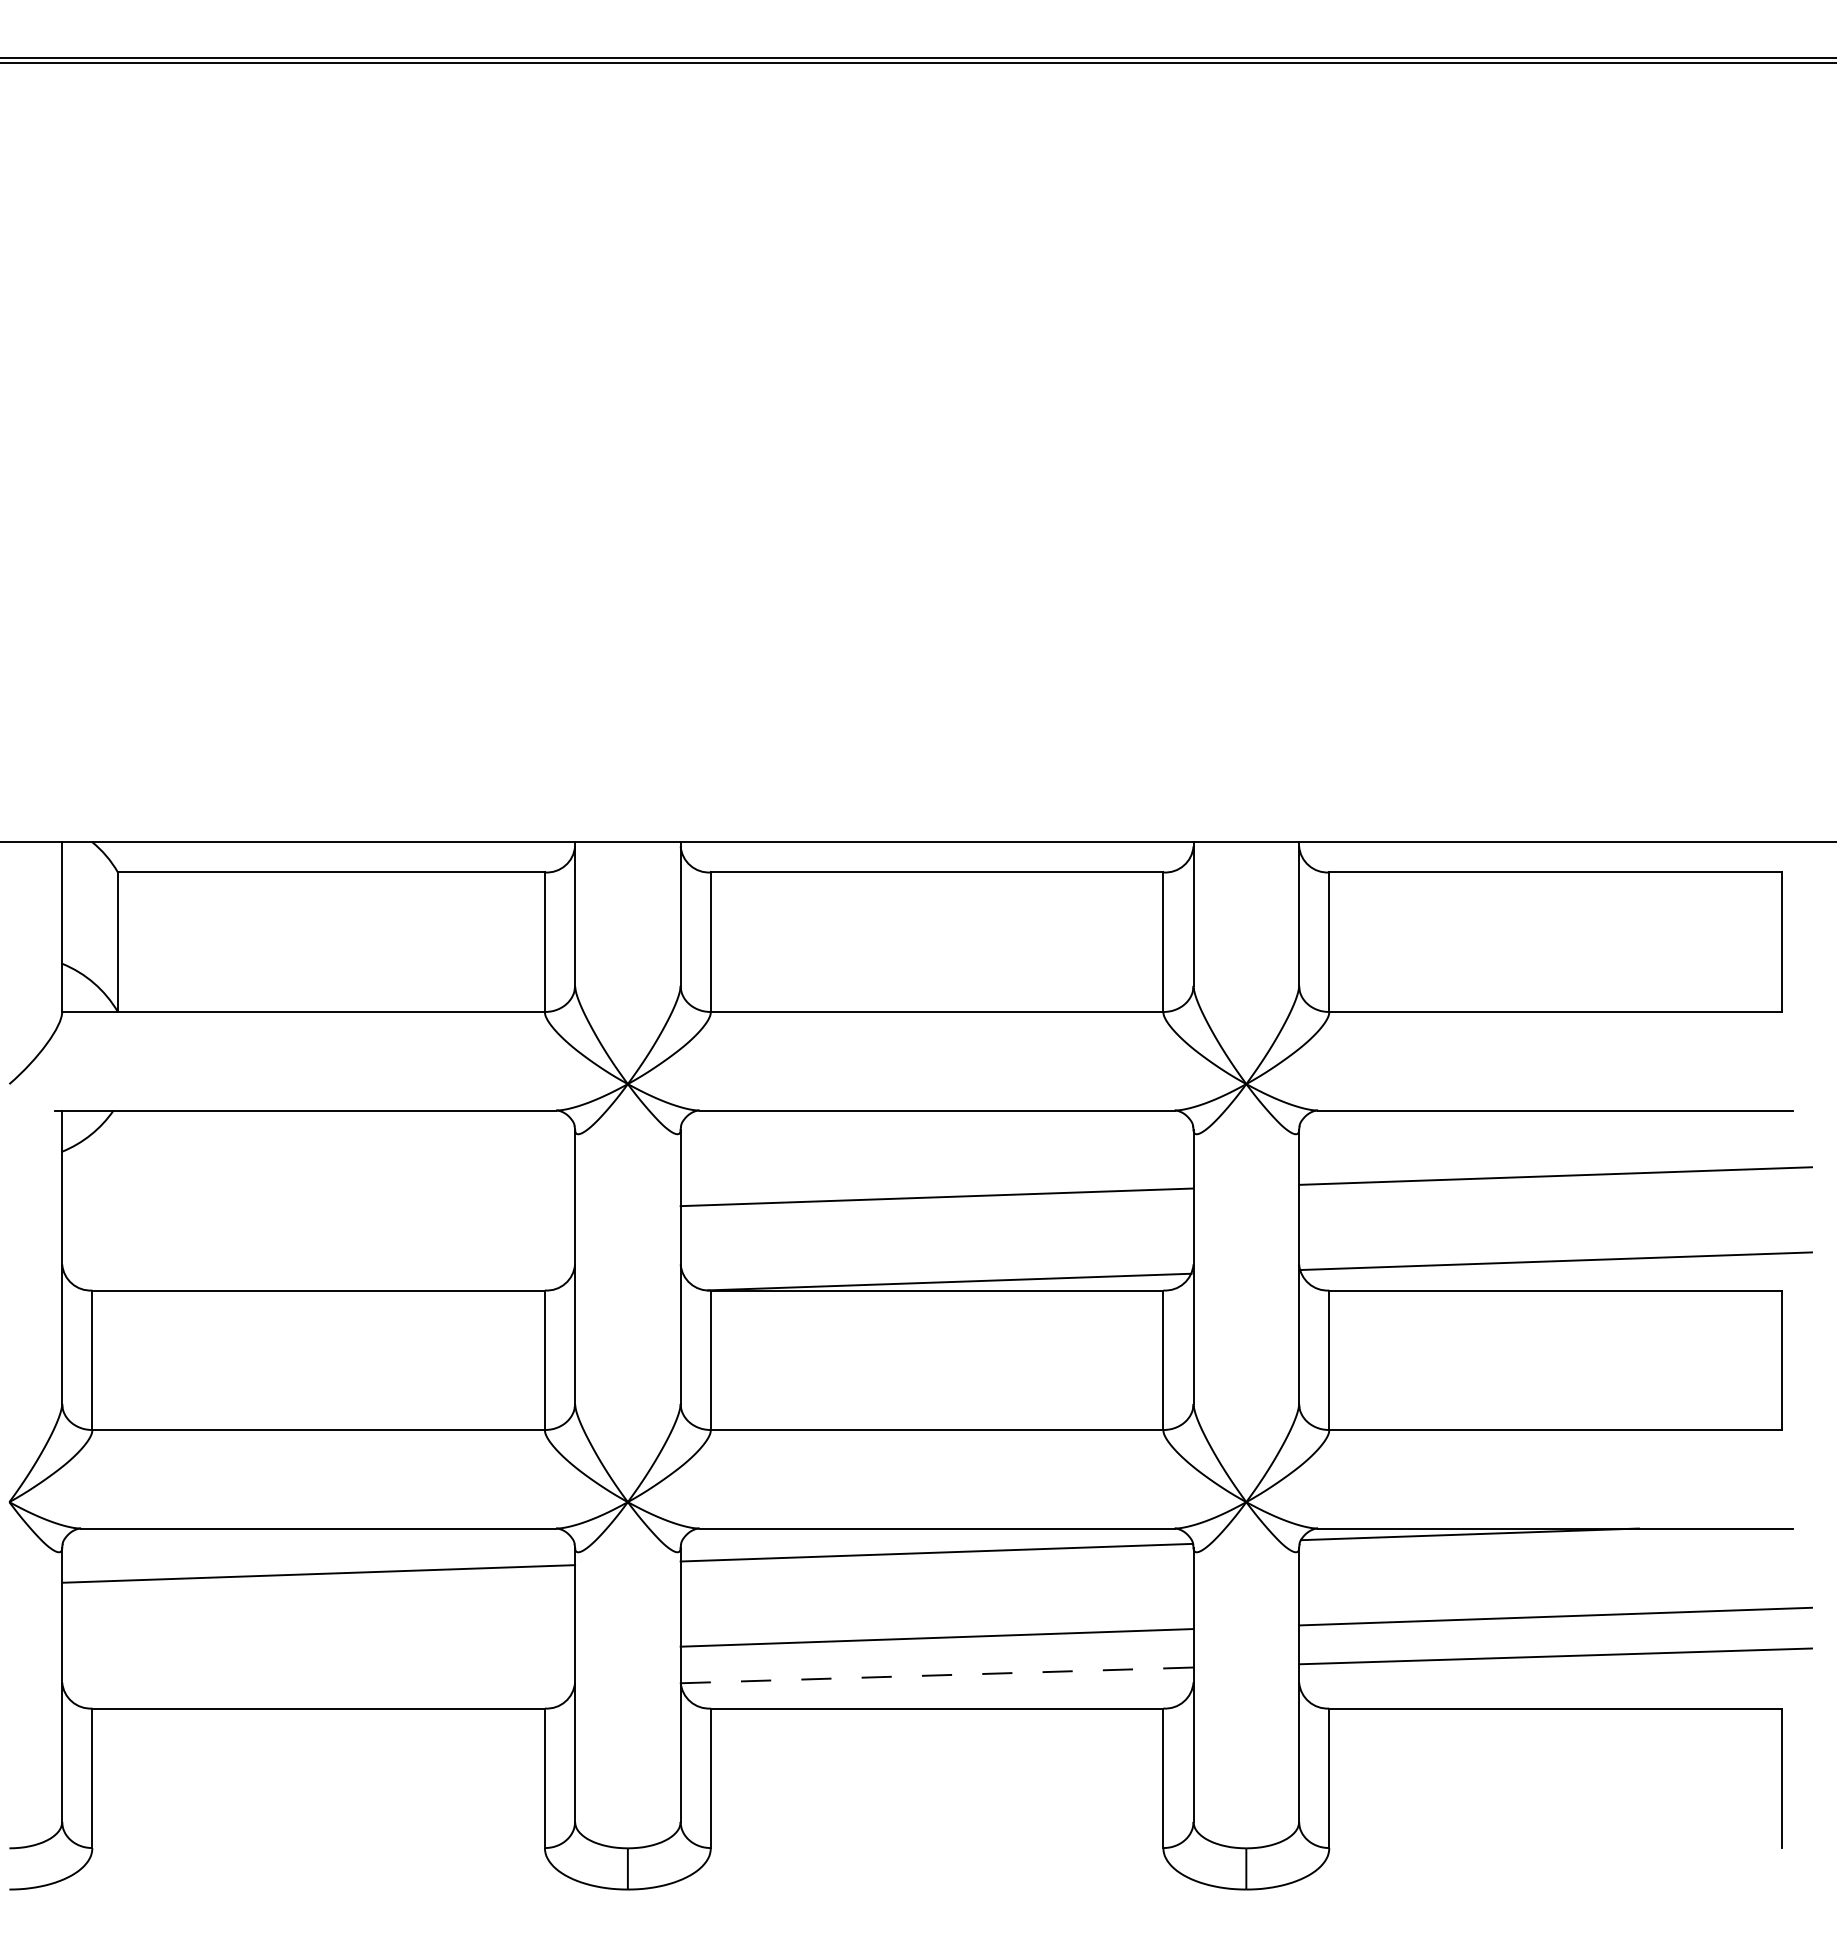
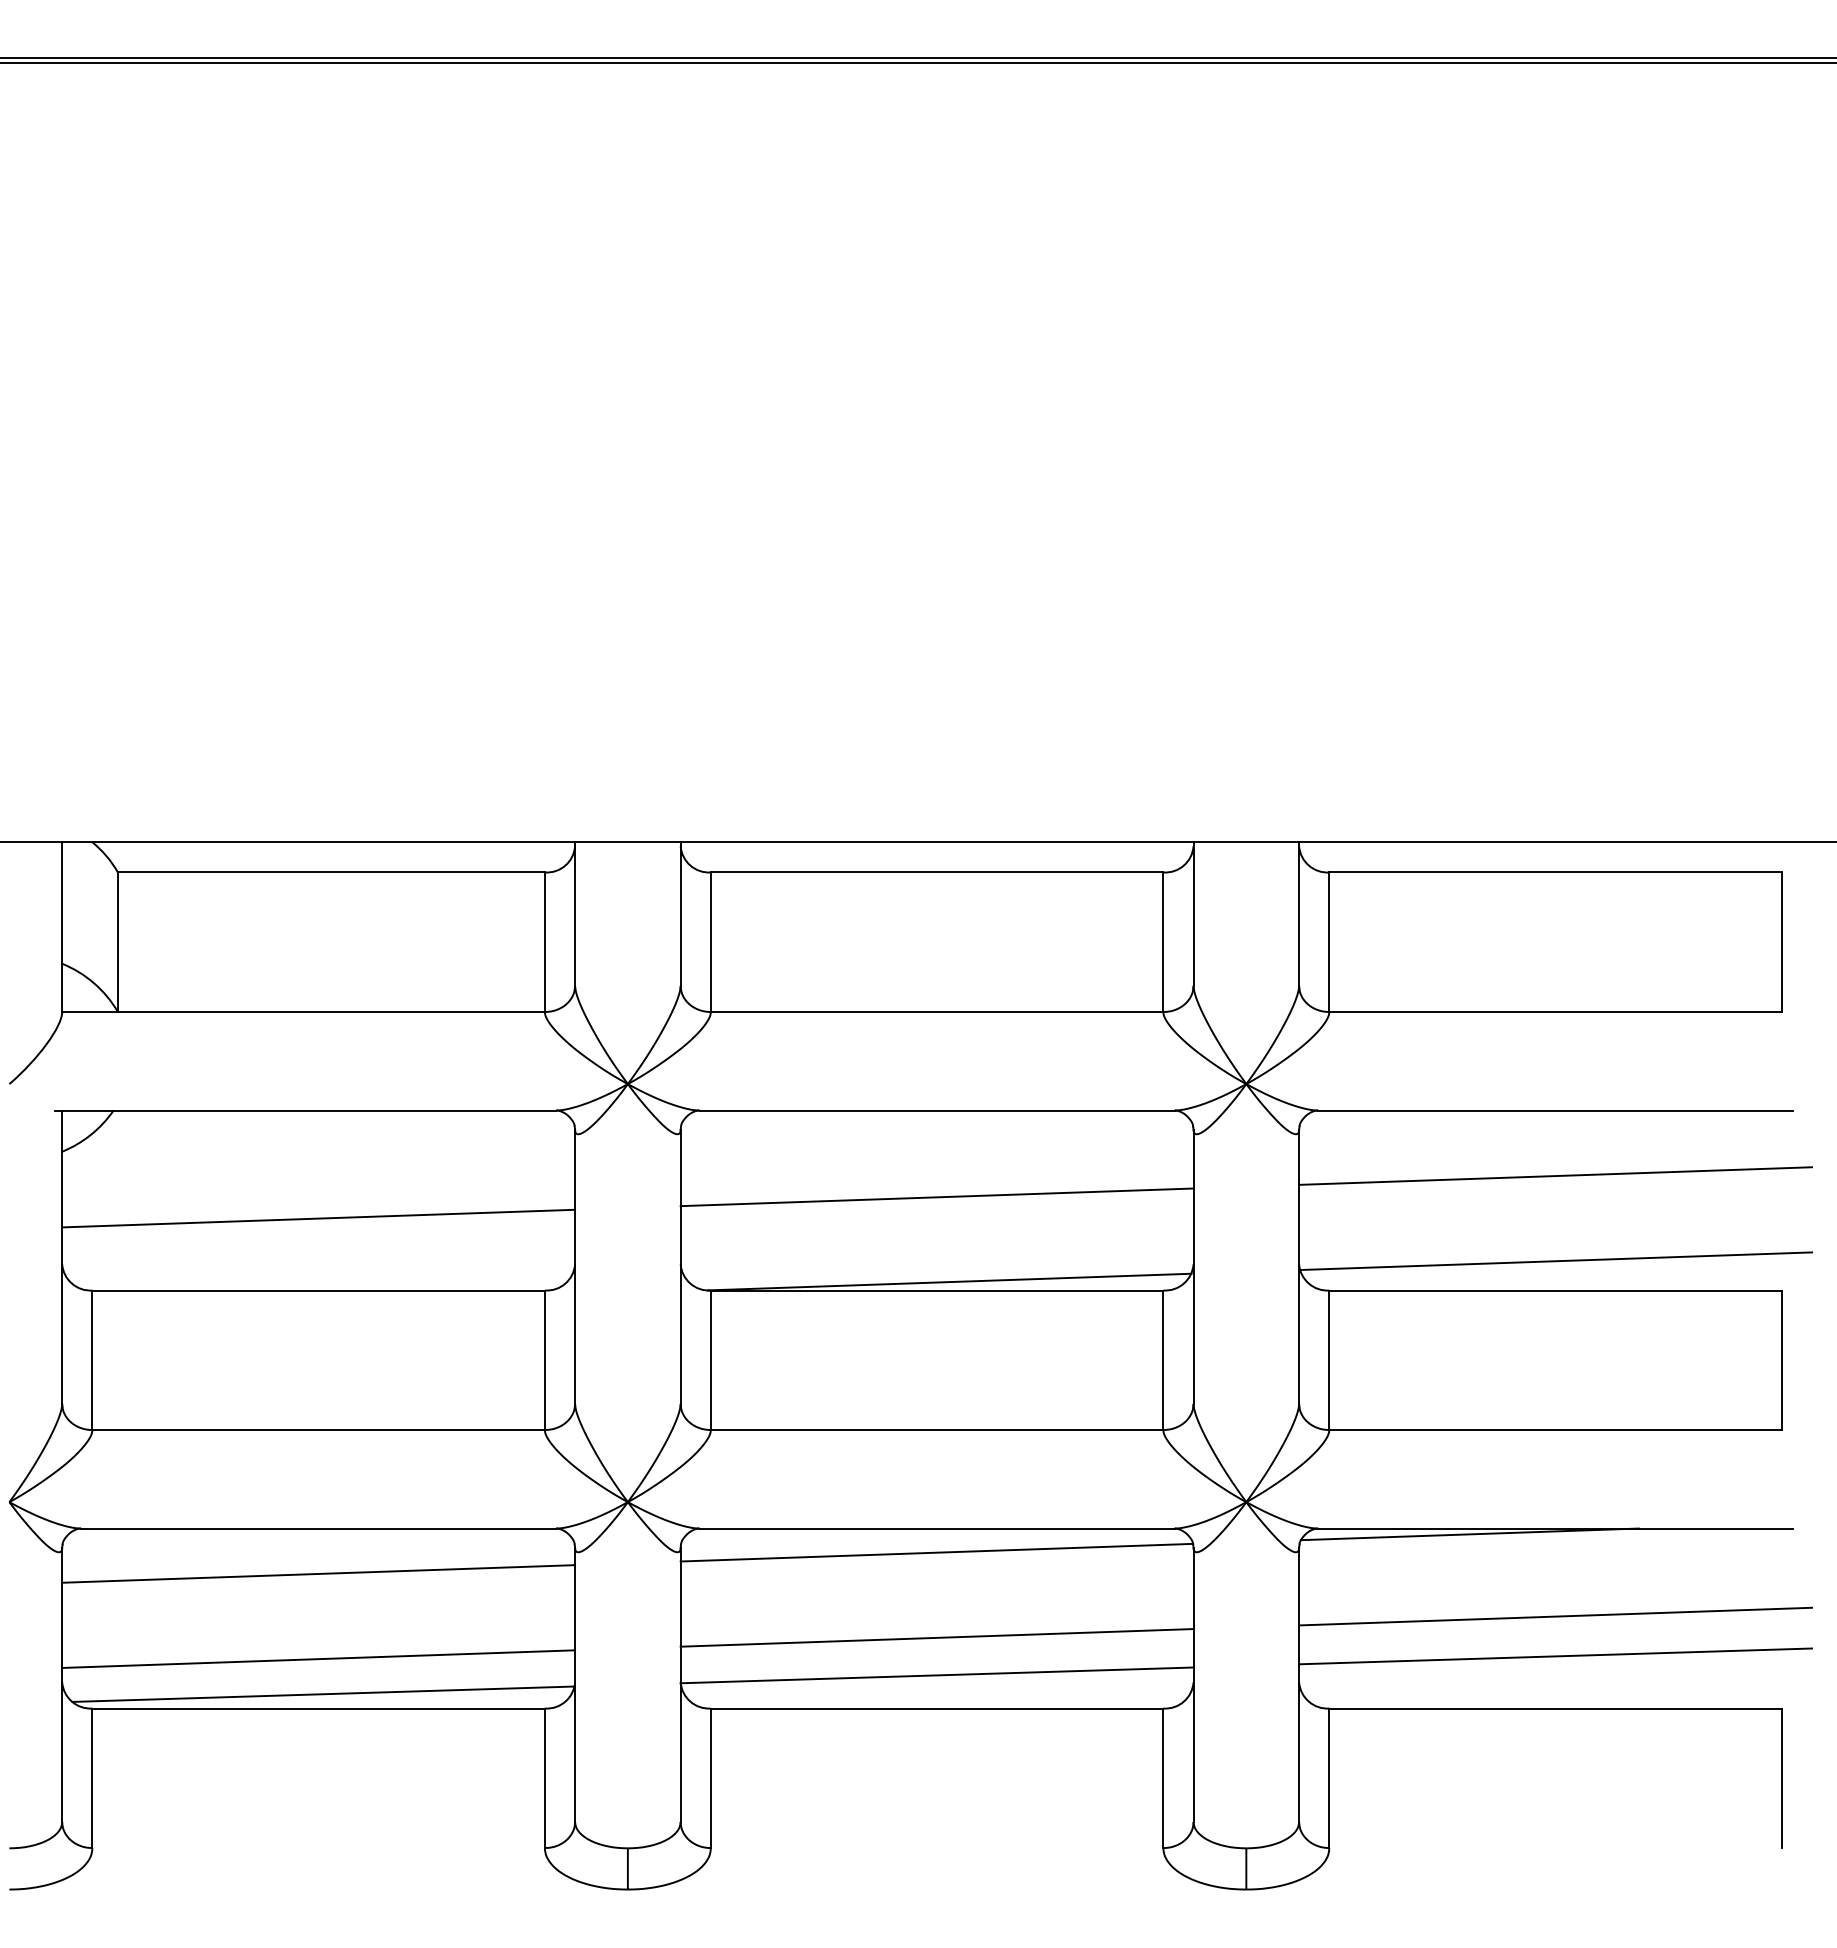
line at (318, 1218): none -> present
line at (318, 1658): none -> present
line at (937, 1675): dashed -> solid
line at (323, 1693): none -> present
